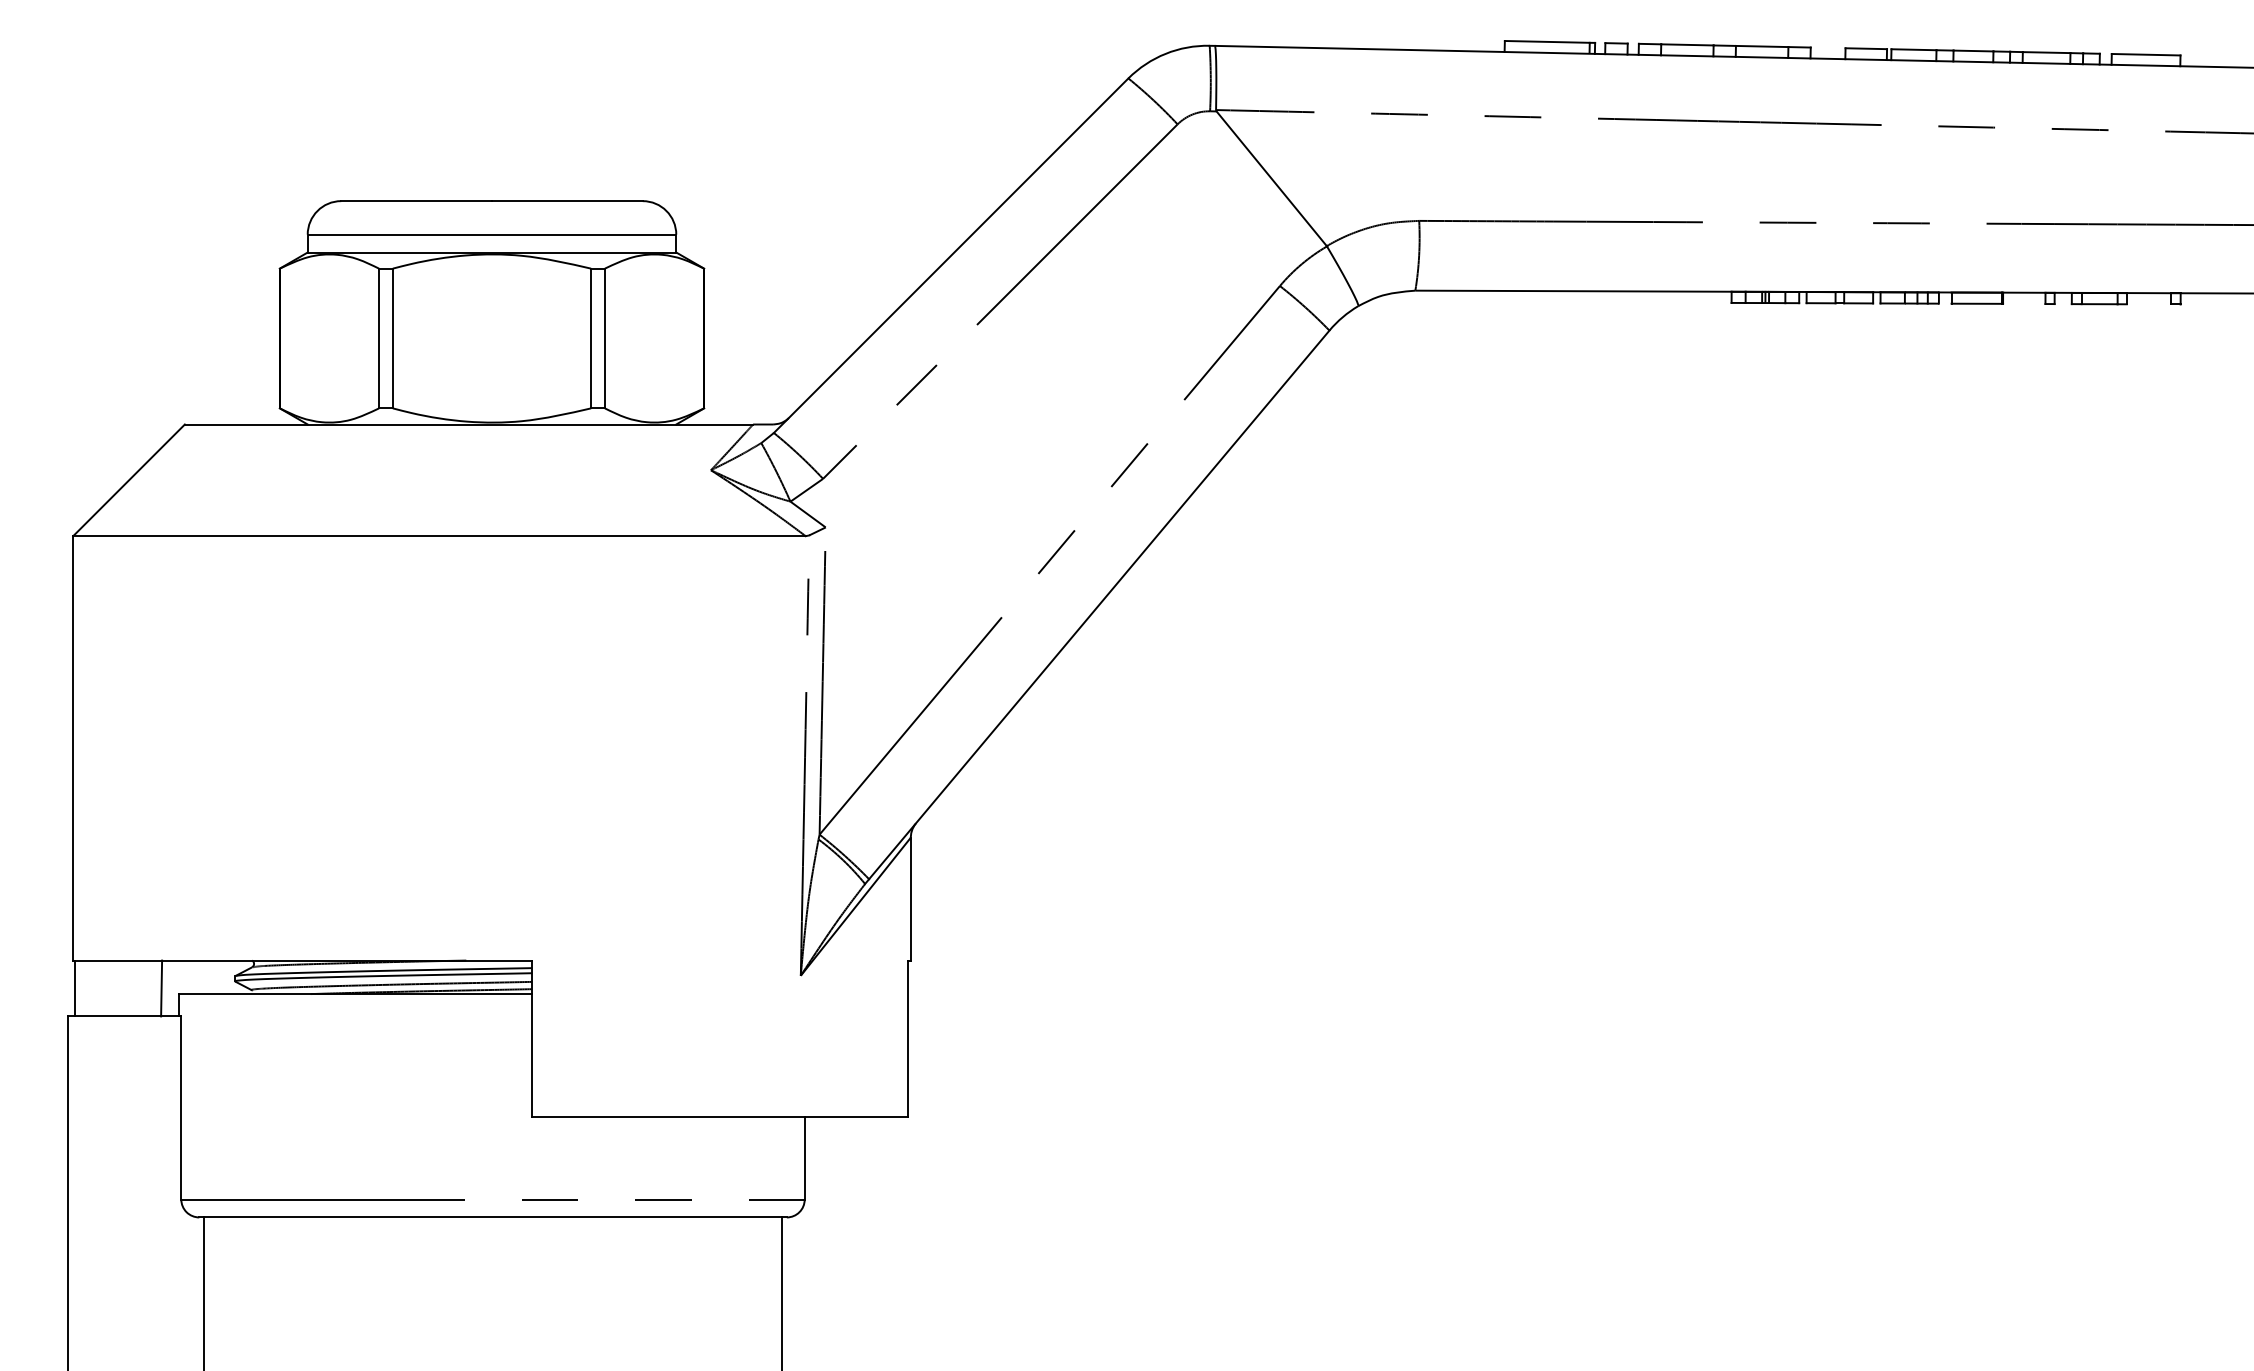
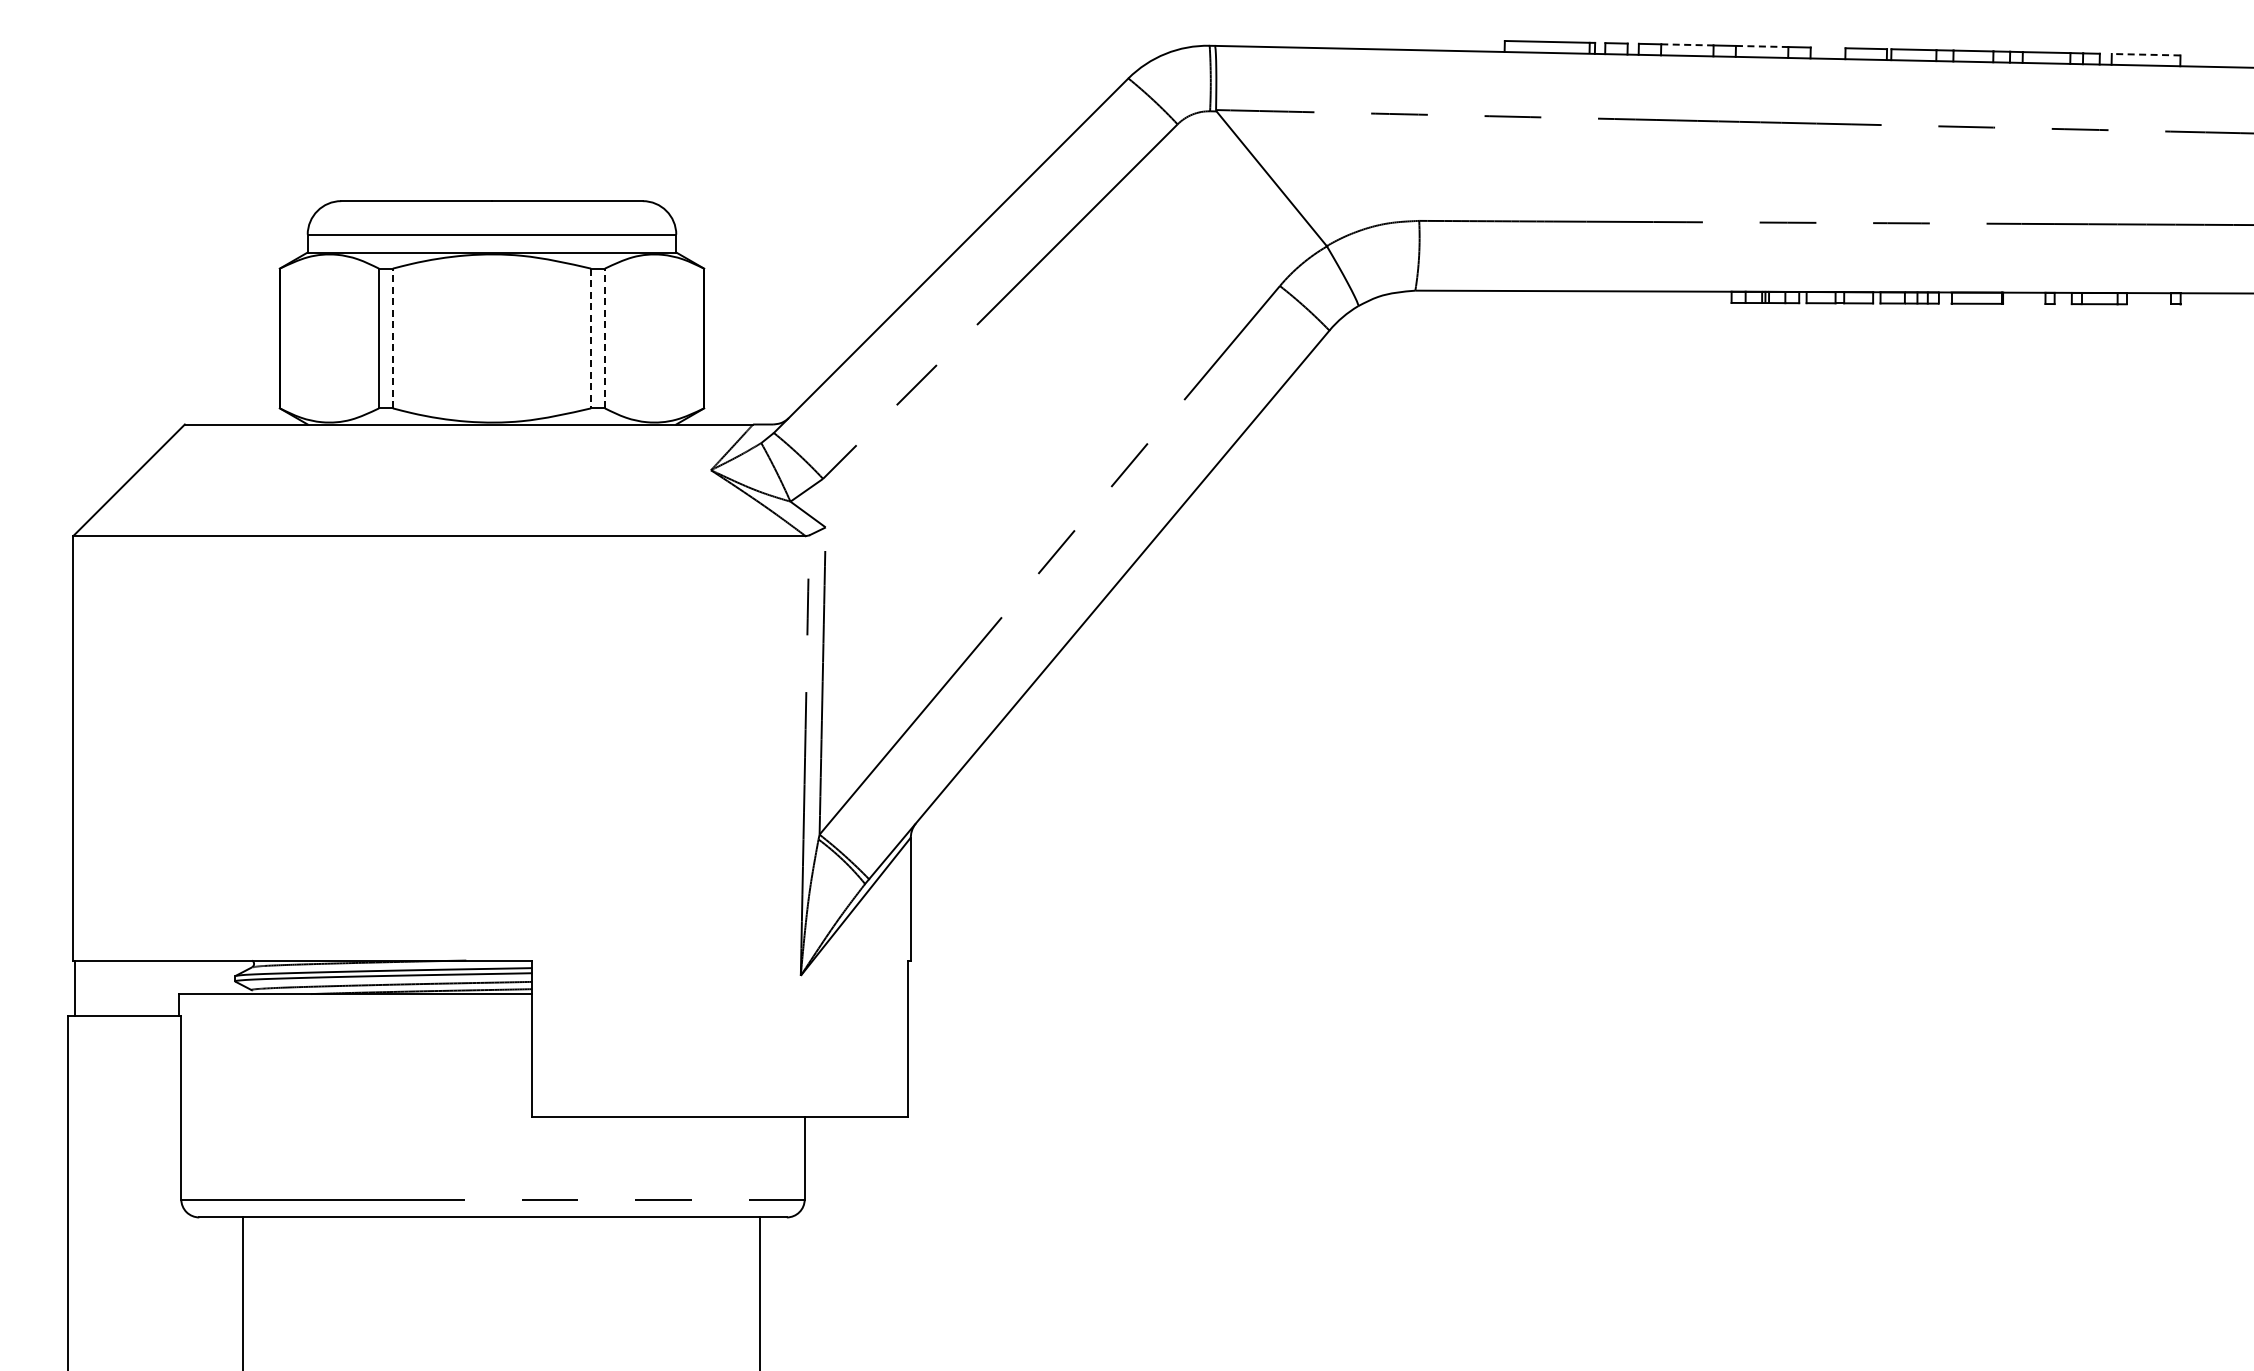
line at (1687, 44): solid -> dashed
line at (1762, 46): solid -> dashed
line at (2145, 54): solid -> dashed
line at (392, 338): solid -> dashed
line at (591, 338): solid -> dashed
line at (604, 338): solid -> dashed
line at (161, 988): present -> none
line at (203, 1292) position: (203, 1292) -> (242, 1292)
line at (782, 1292) position: (782, 1292) -> (760, 1292)
